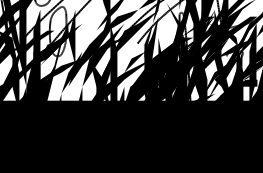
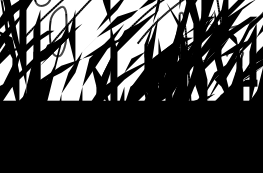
fill at (89, 47): present -> none
